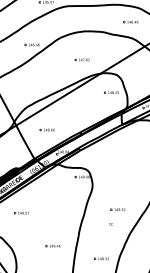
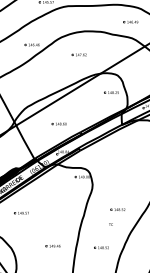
part at (81, 59) position: (81, 59) -> (78, 54)
part at (46, 129) position: (46, 129) -> (58, 123)
part at (101, 258) position: (101, 258) -> (101, 247)
